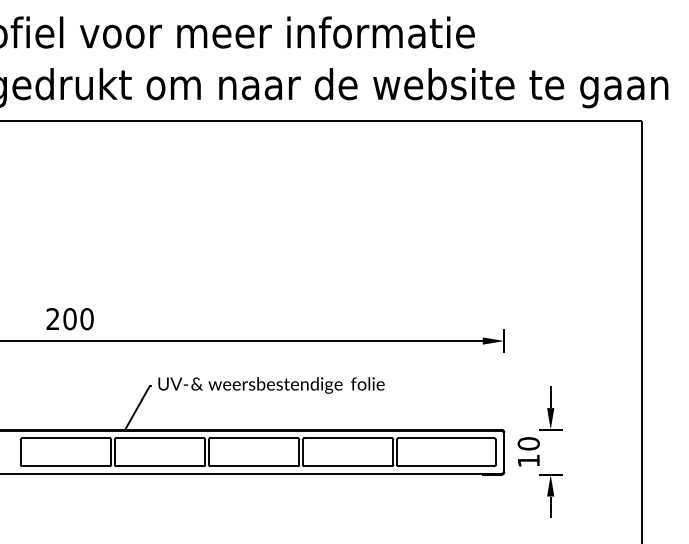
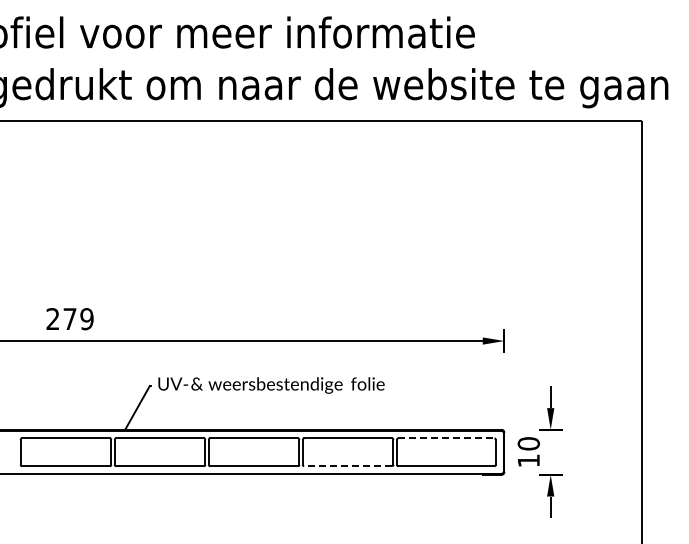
text at (78, 319): 200 -> 279
line at (446, 438): solid -> dashed
line at (348, 466): solid -> dashed
